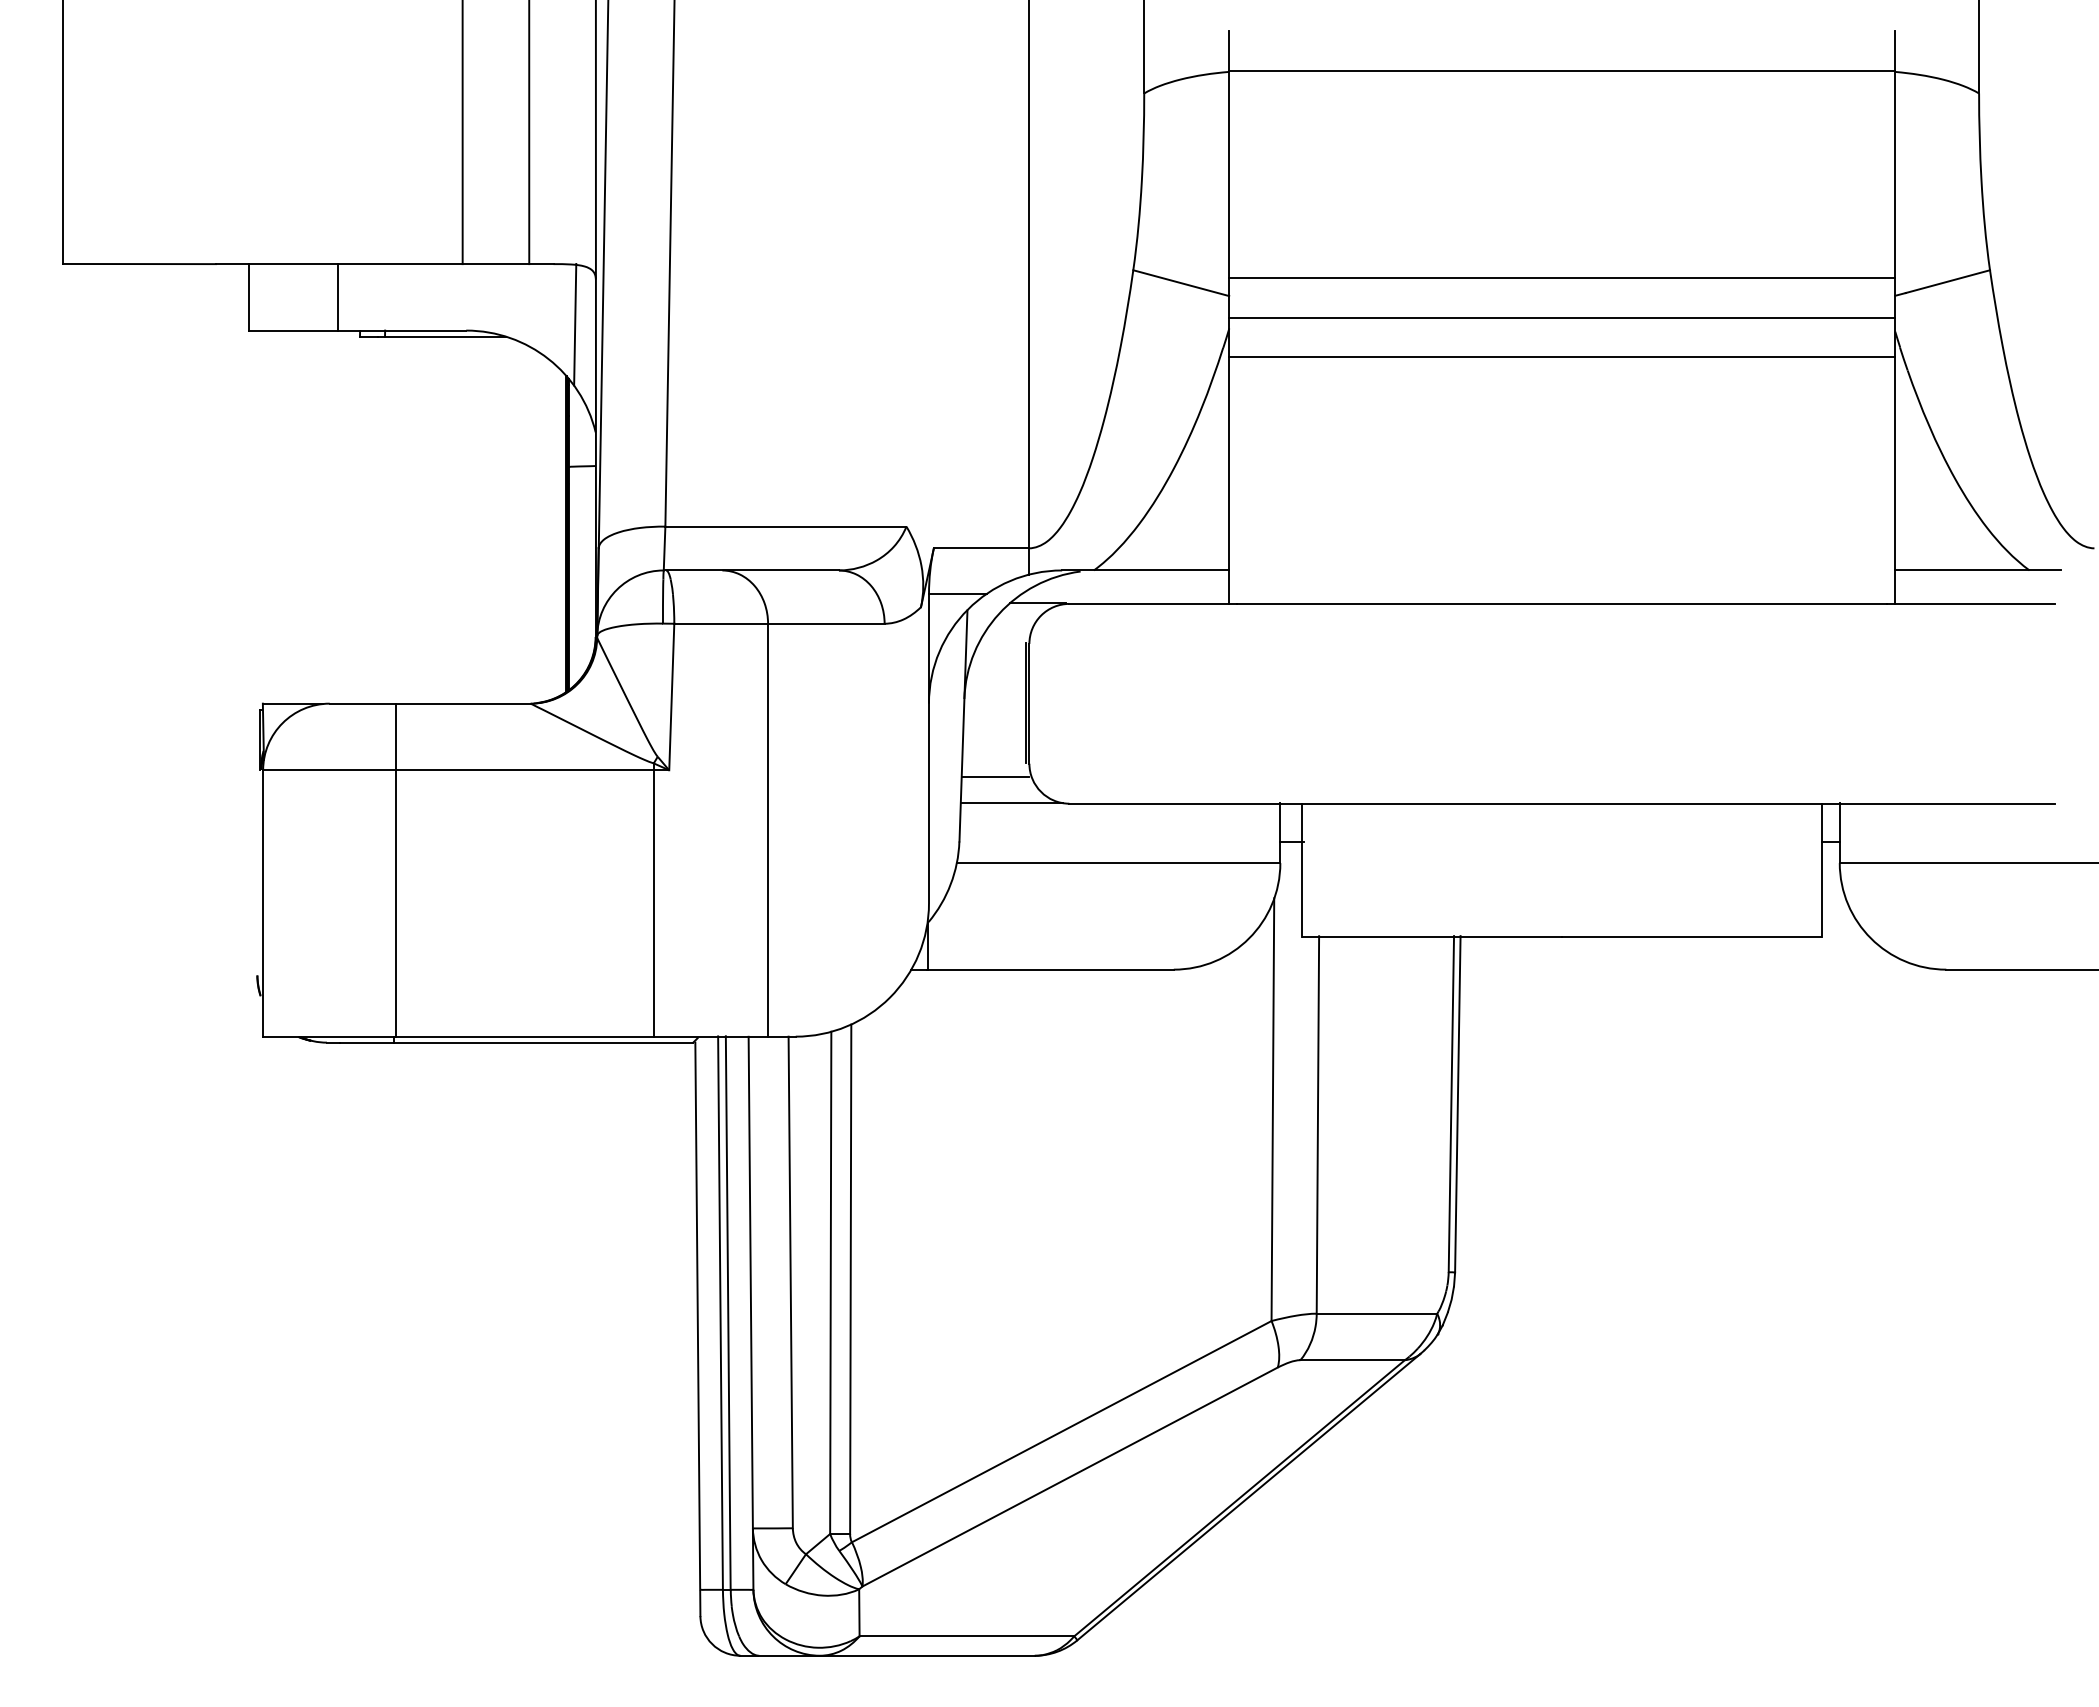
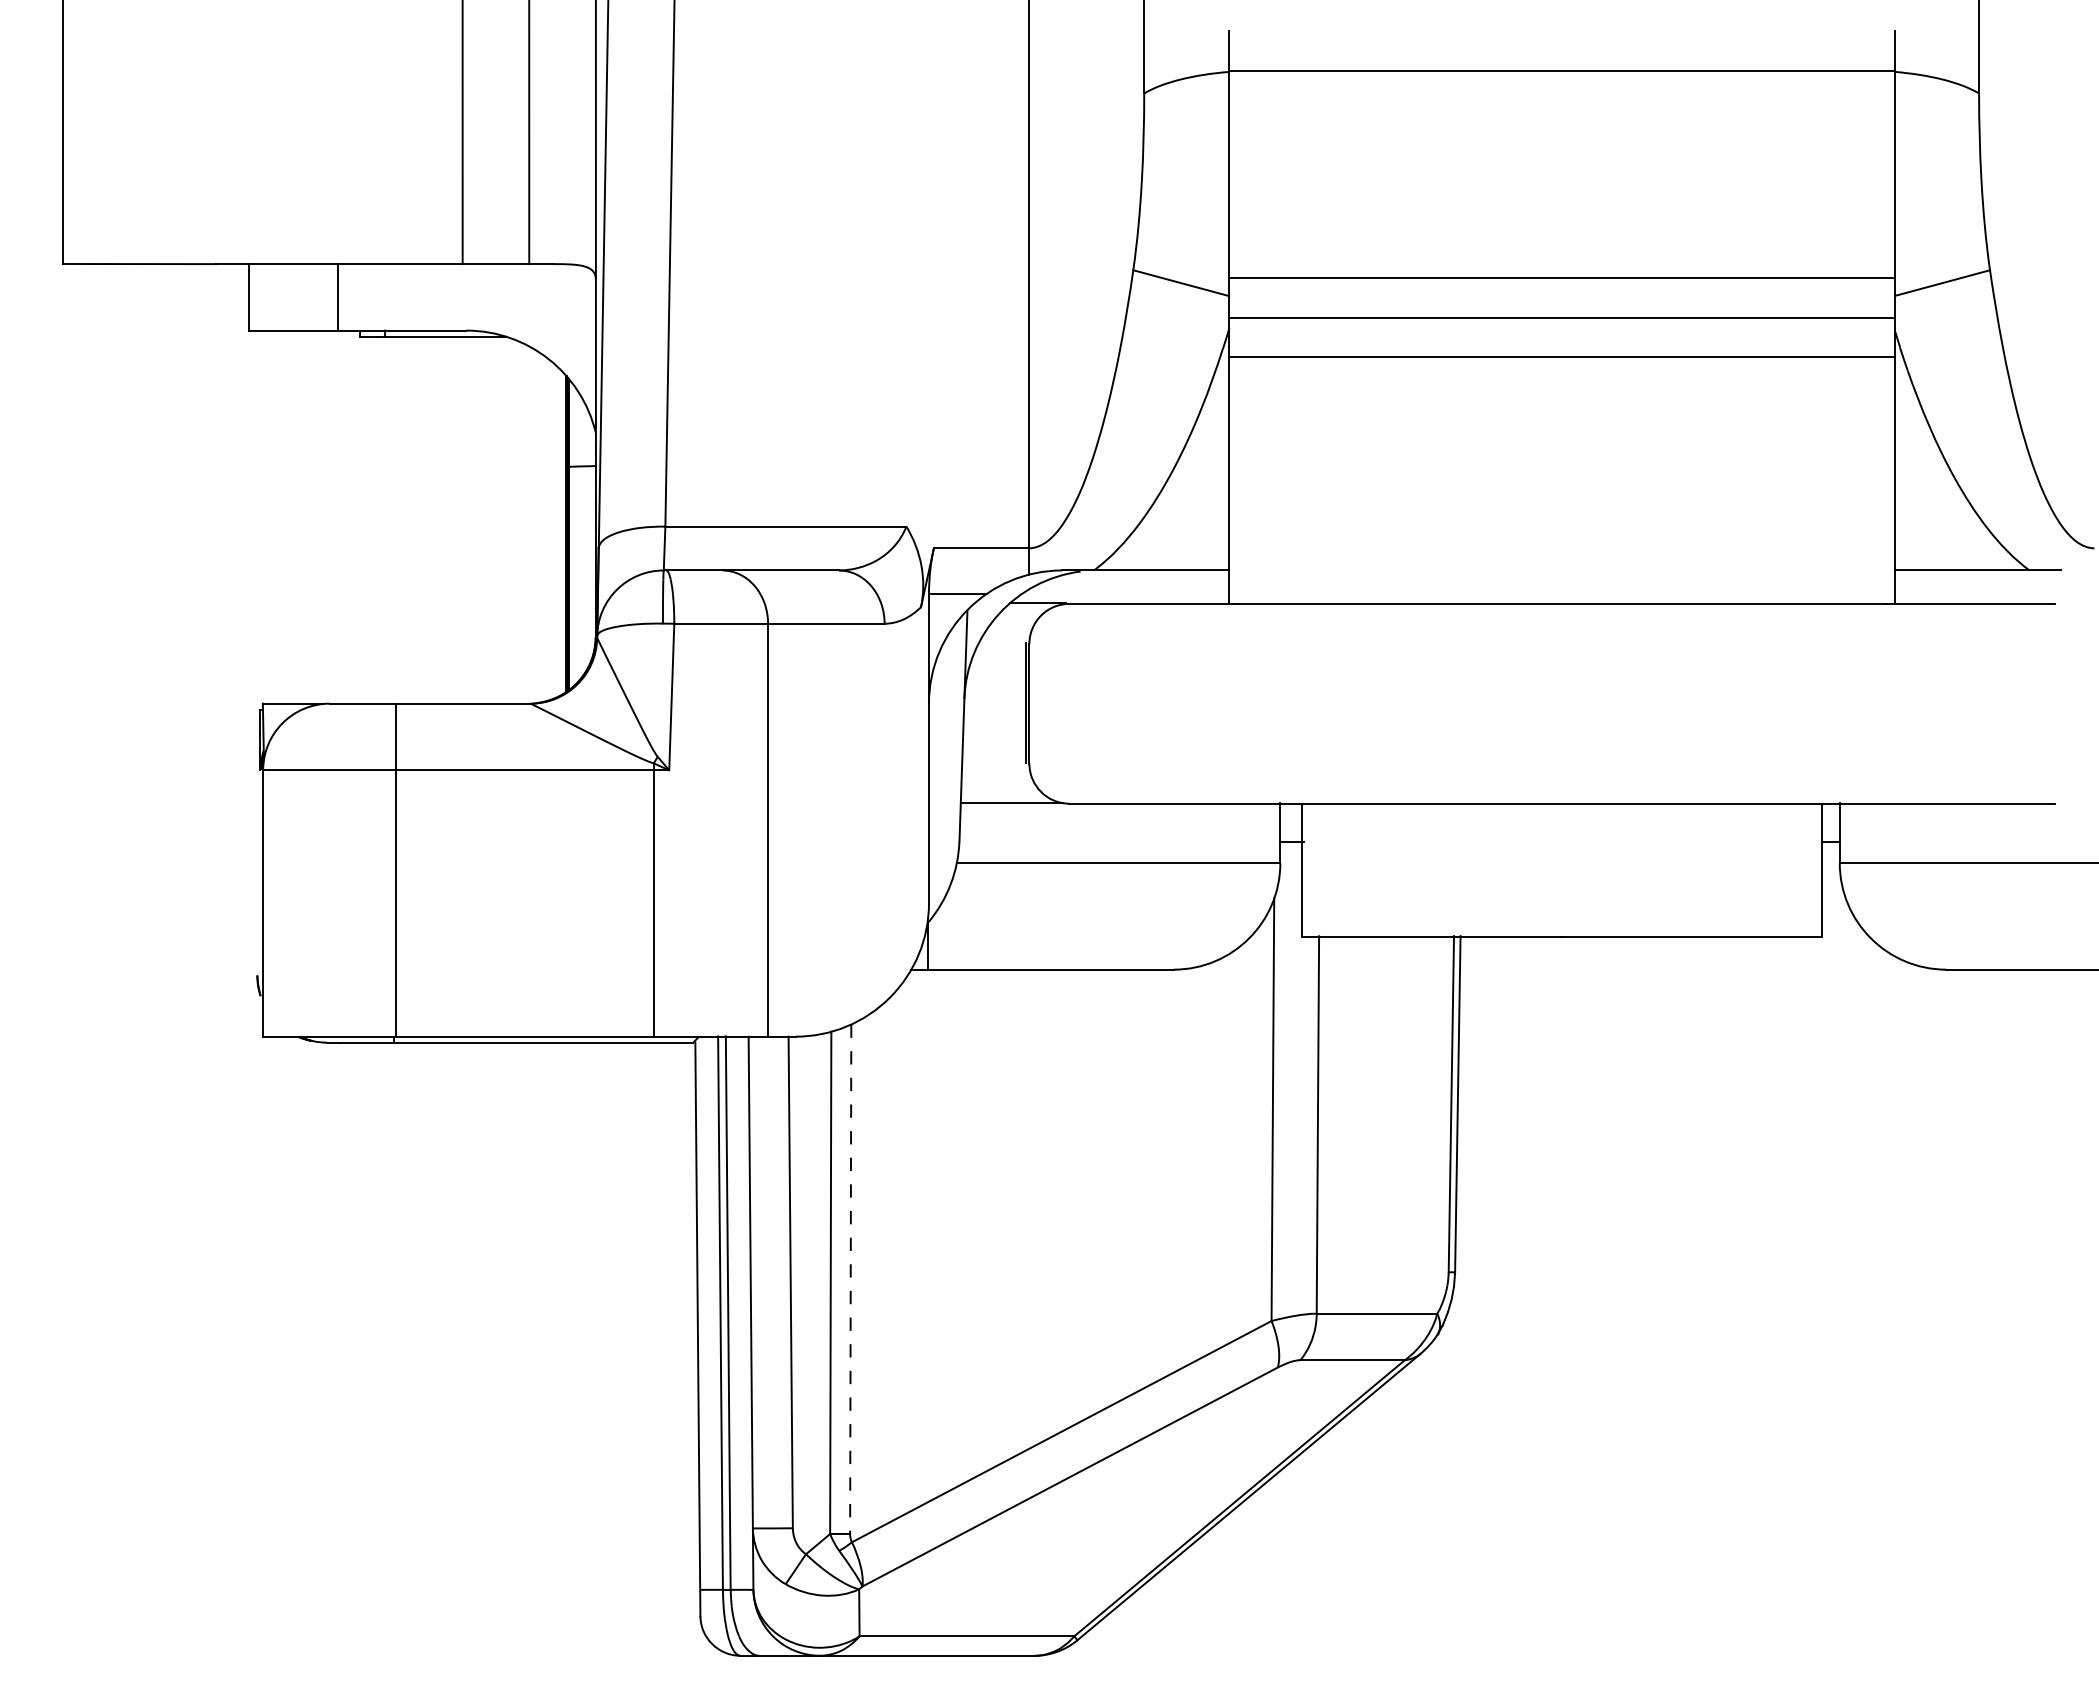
line at (575, 324): present -> none
line at (995, 776): present -> none
line at (850, 1279): solid -> dashed
